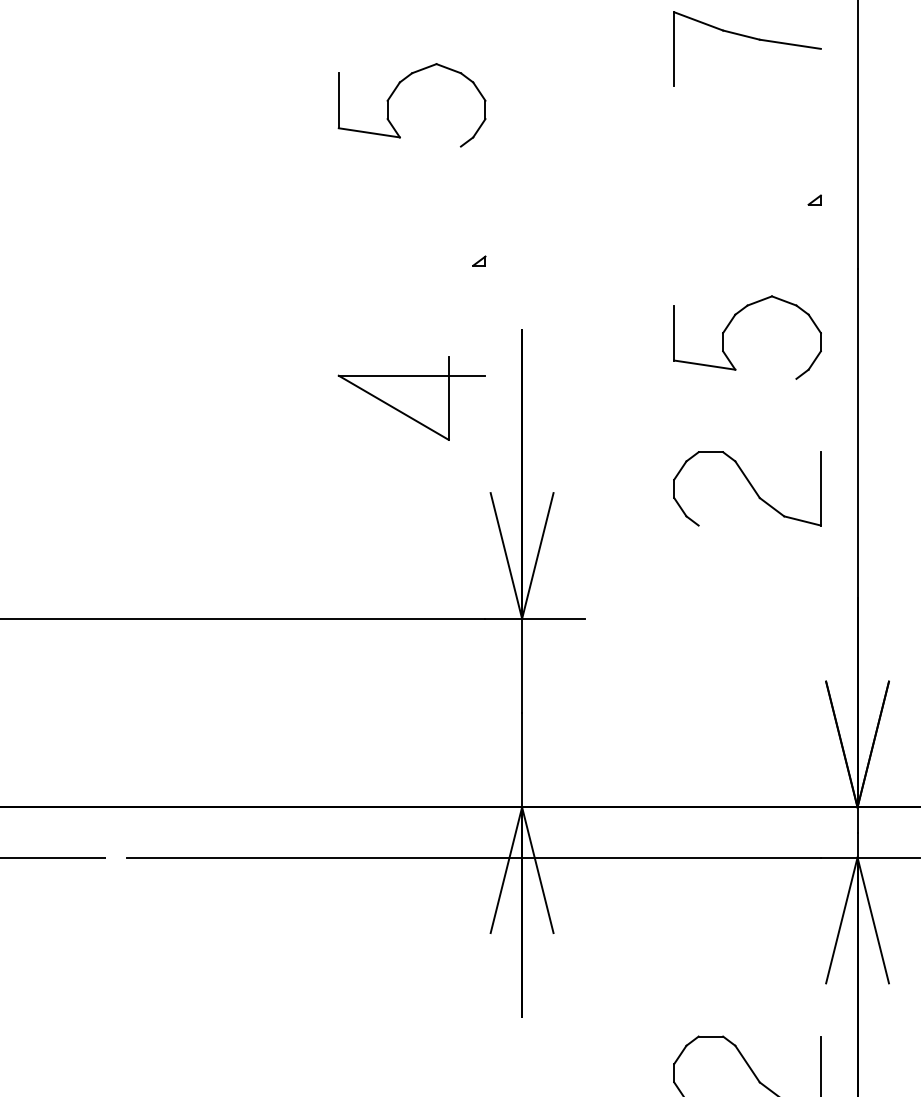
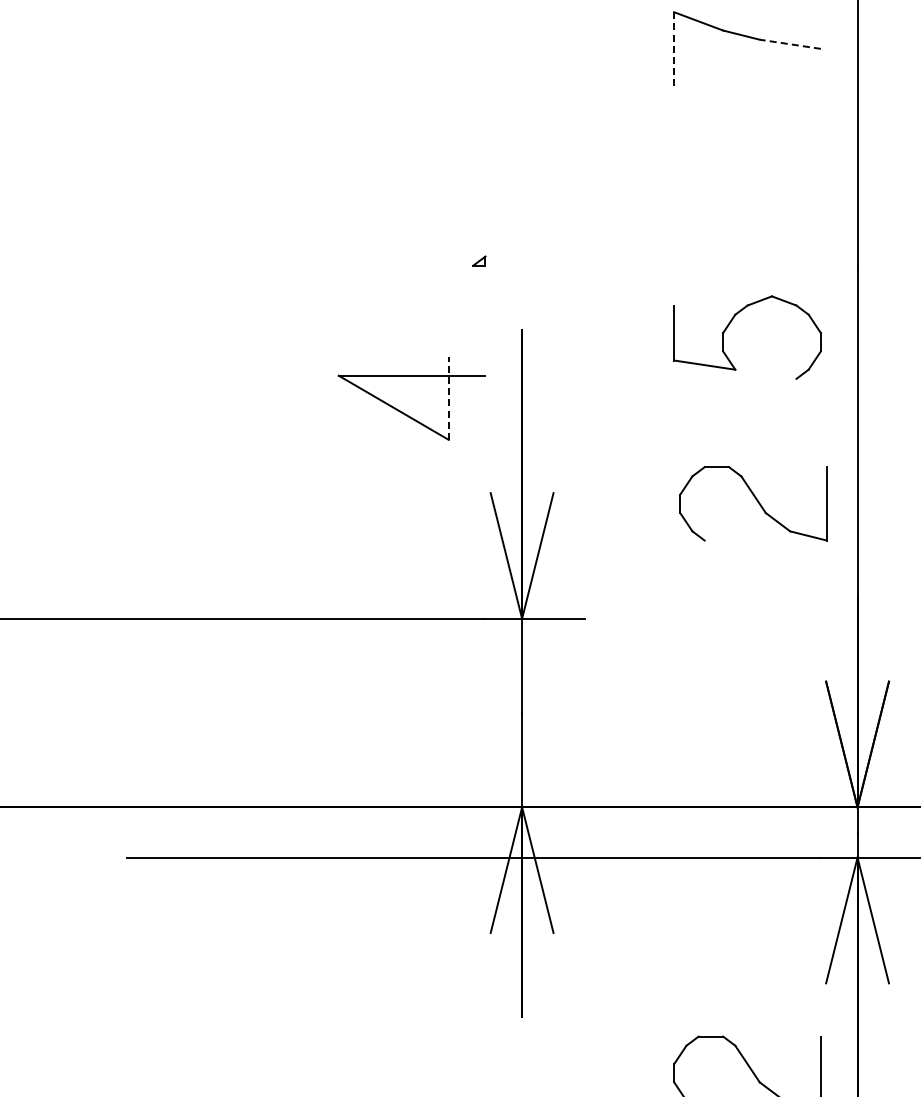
line at (790, 44): solid -> dashed
line at (674, 48): solid -> dashed
part at (394, 92): present -> none
part at (814, 199): present -> none
line at (448, 398): solid -> dashed
part at (747, 488) position: (747, 488) -> (753, 503)
line at (53, 857): present -> none
